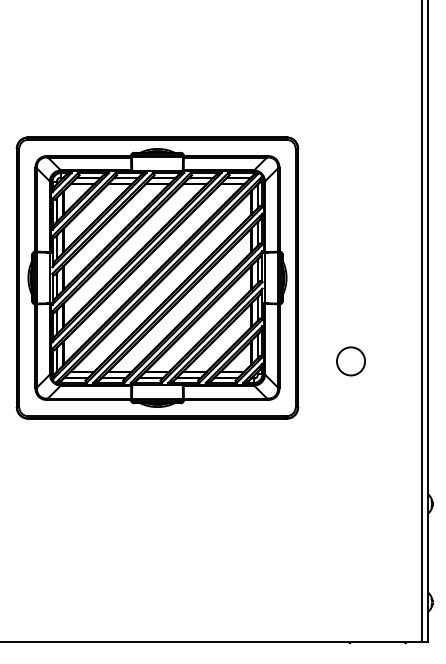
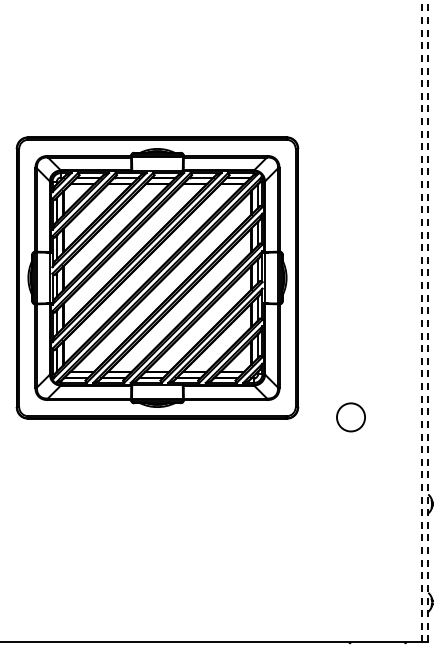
line at (421, 321): solid -> dashed
line at (428, 321): solid -> dashed
circle at (350, 361) position: (350, 361) -> (350, 417)
